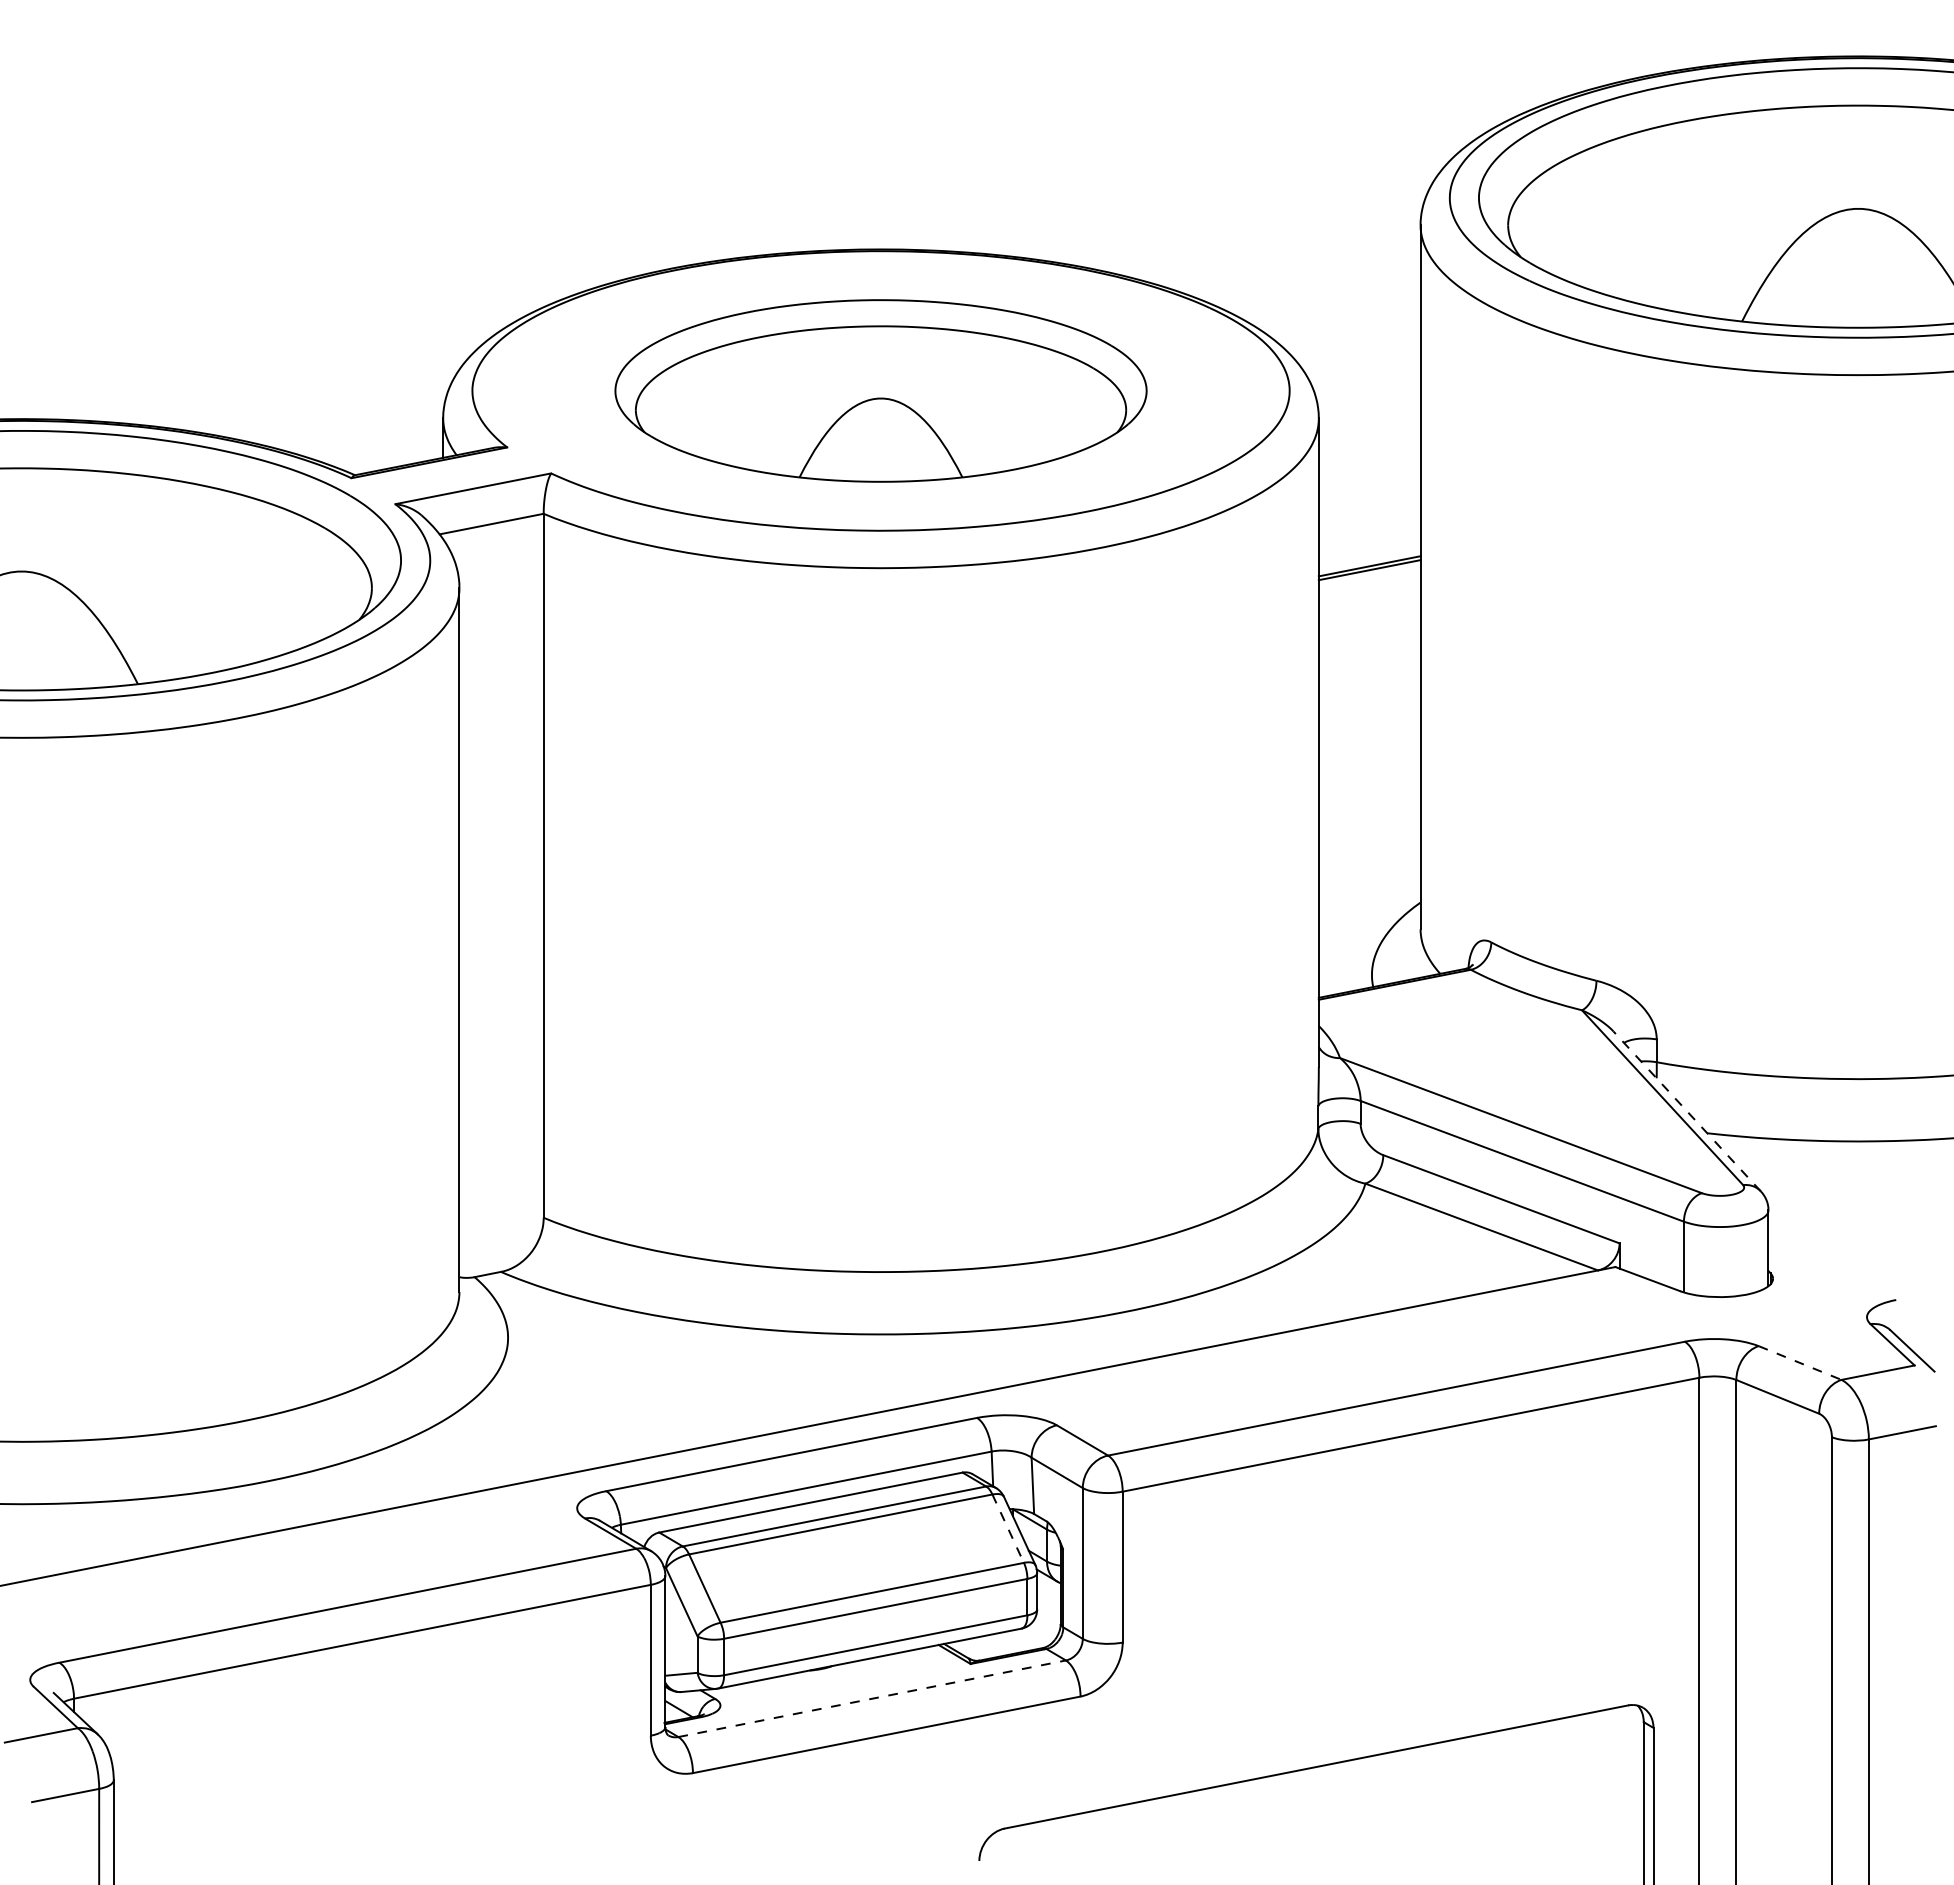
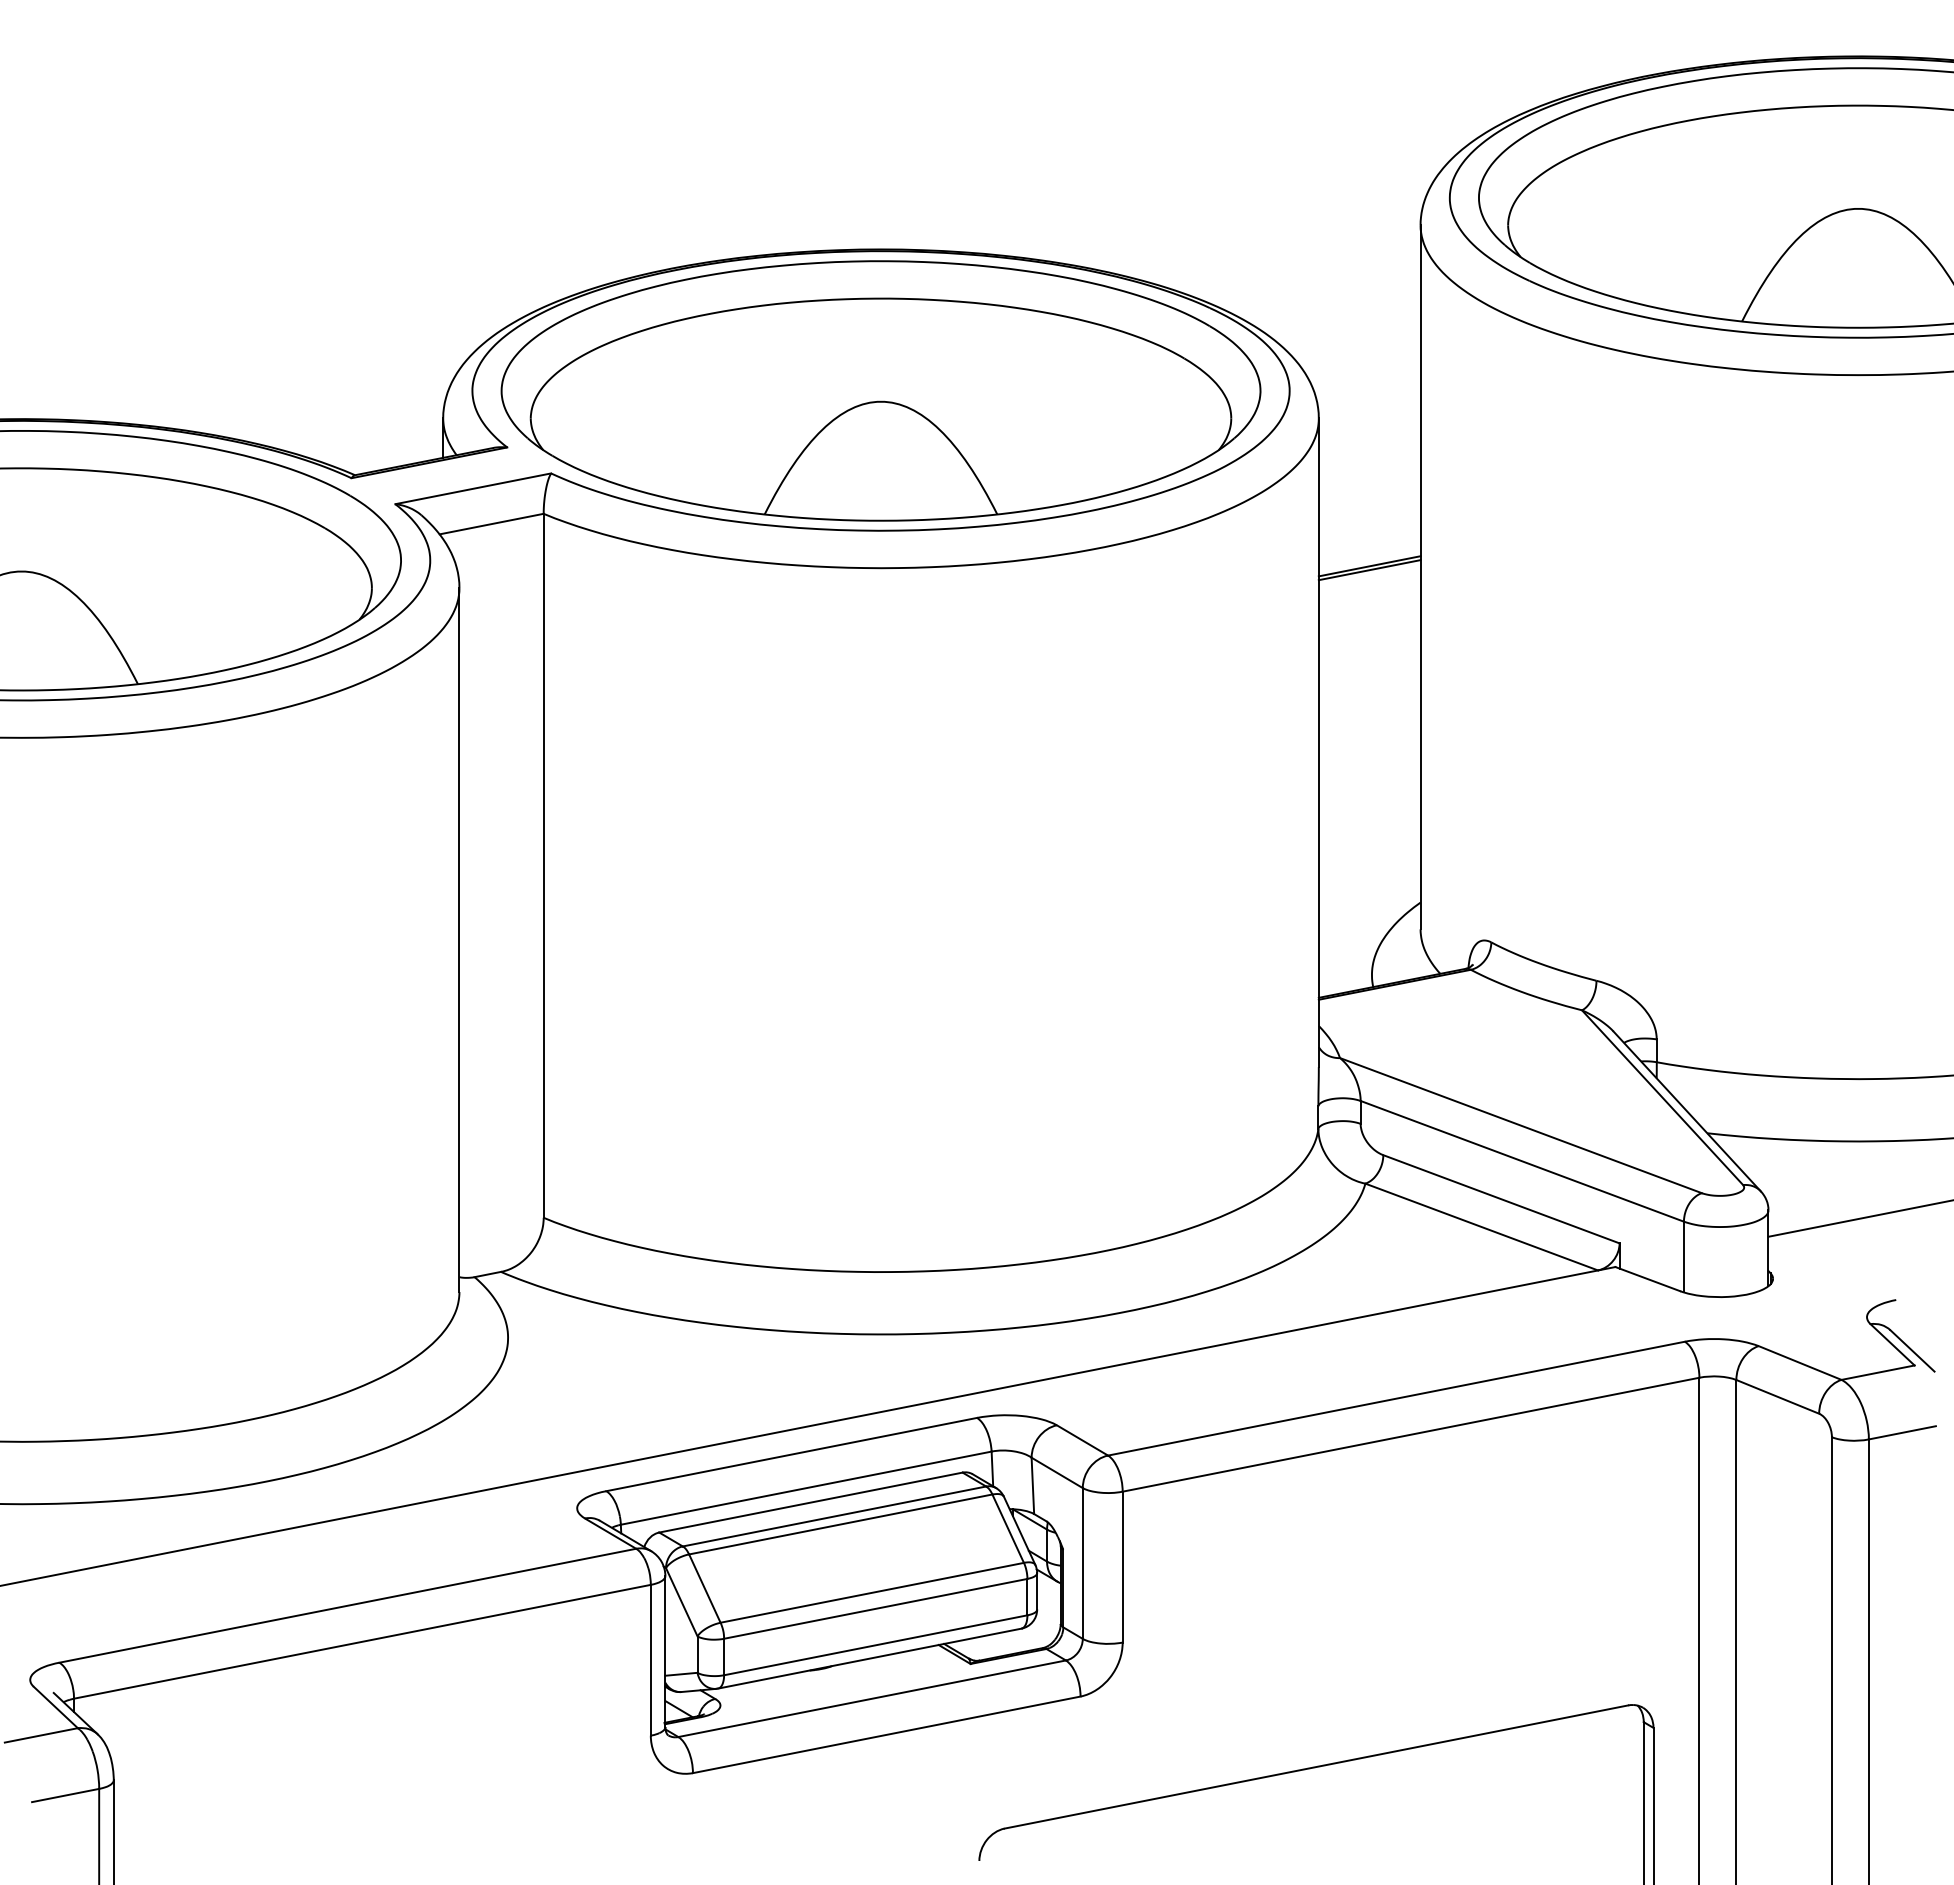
part at (880, 390) size: 534x184 px -> 762x262 px
line at (1687, 1111): dashed -> solid
line at (1859, 1218): none -> present
line at (1800, 1363): dashed -> solid
line at (1008, 1528): dashed -> solid
line at (872, 1698): dashed -> solid
